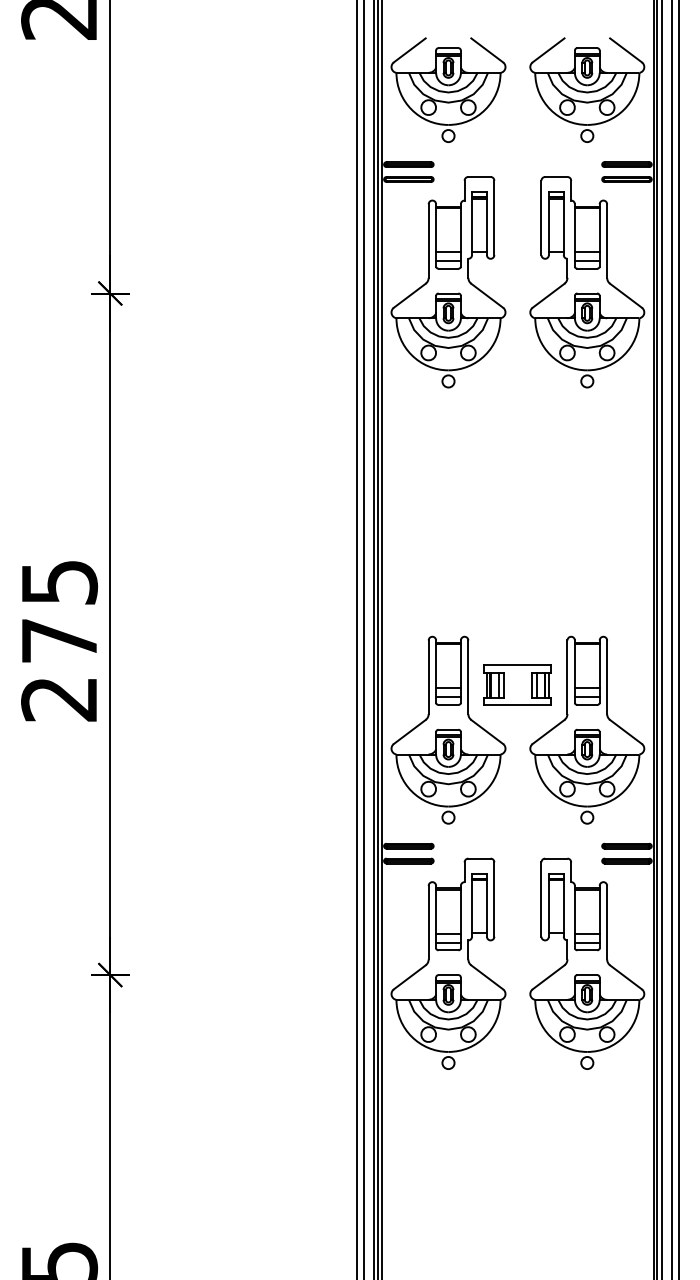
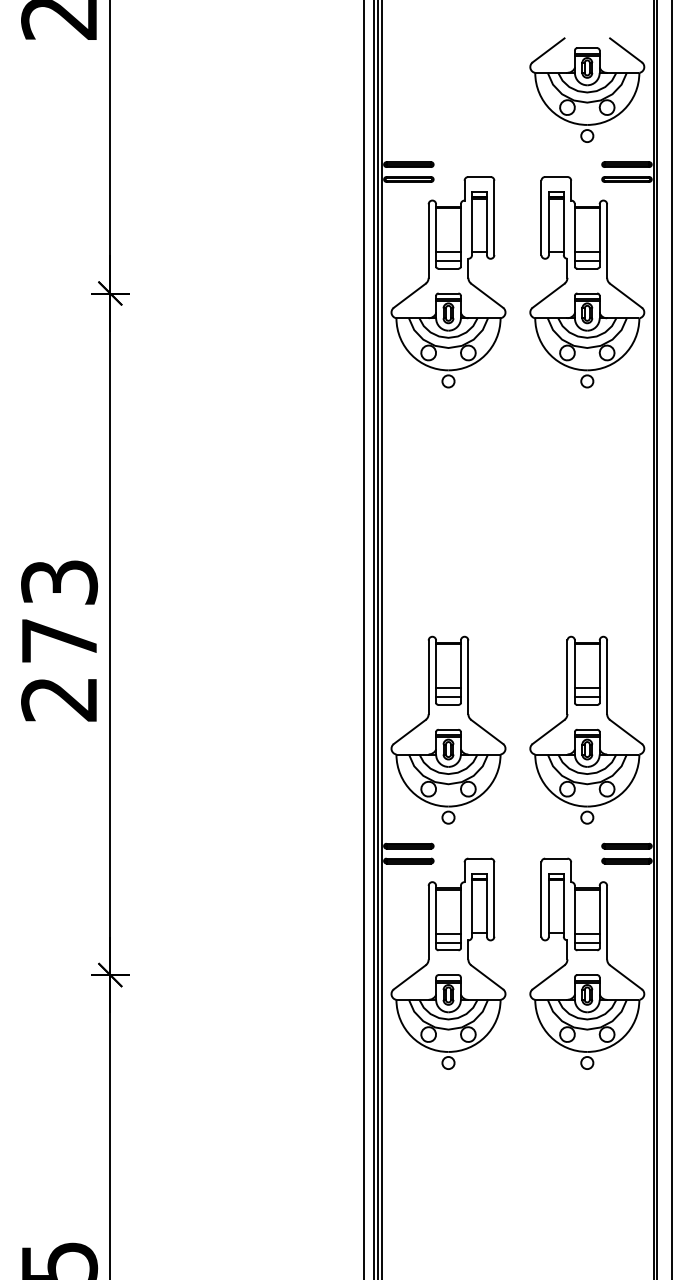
part at (448, 89): present -> none
text at (59, 582): 275 -> 273
line at (356, 639): present -> none
line at (662, 639): present -> none
line at (679, 639): present -> none
part at (517, 684): present -> none
